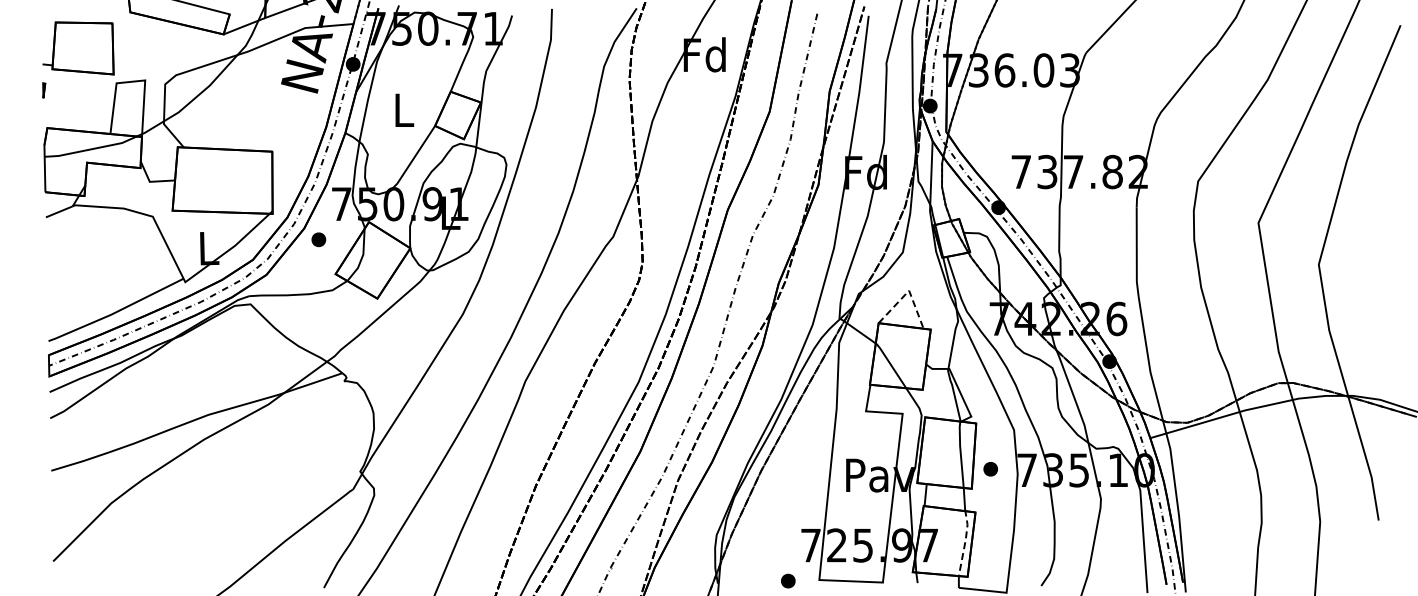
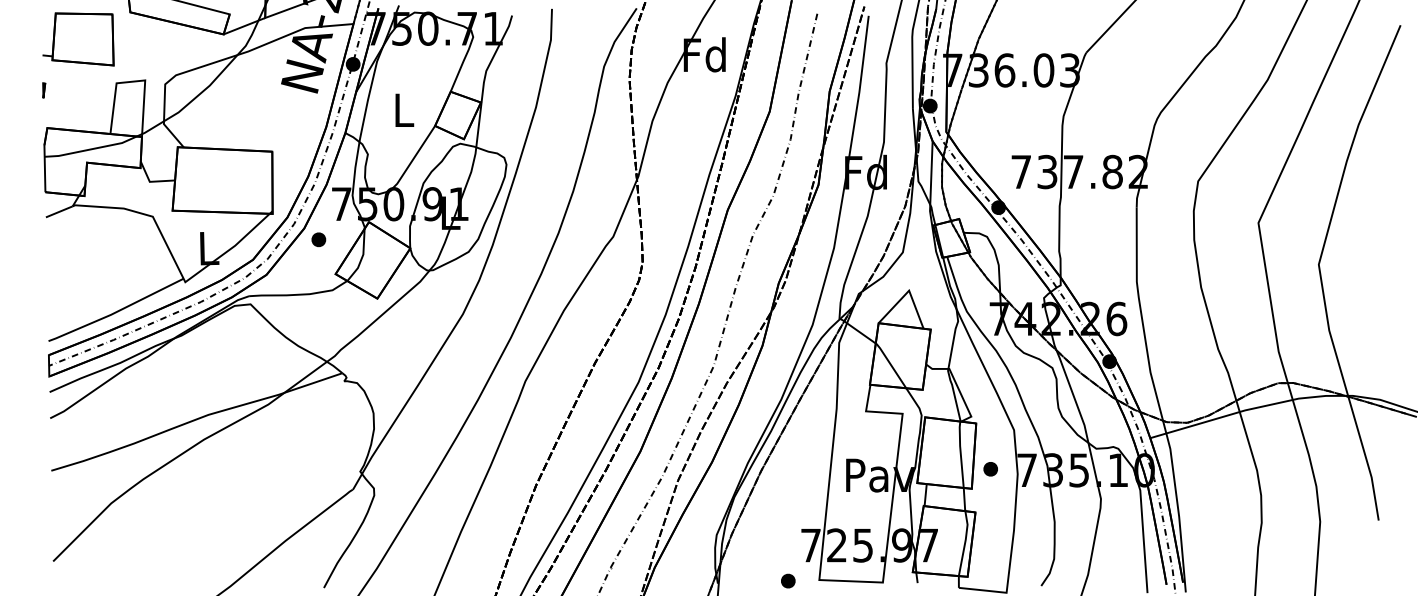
part at (78, 48) position: (78, 48) -> (78, 39)
line at (908, 291): dashed -> solid
line at (965, 541): dashed -> solid
